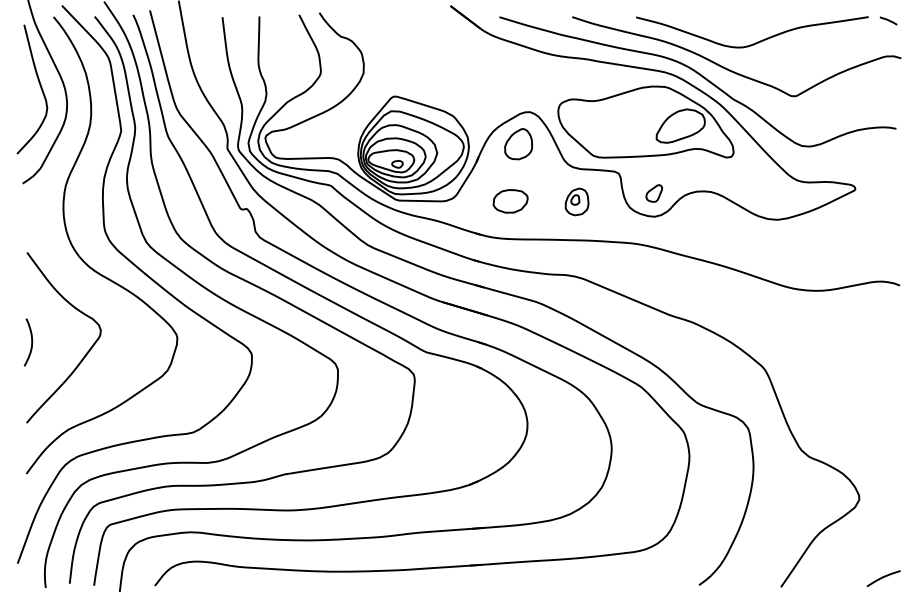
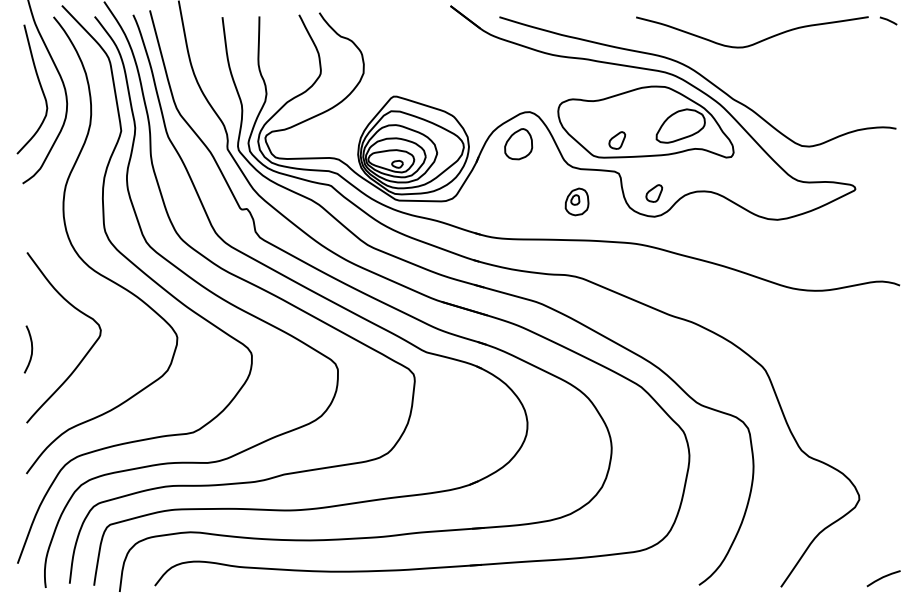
curve at (730, 69): present -> none
part at (617, 140): none -> present
part at (510, 201): present -> none
curve at (31, 342) position: (31, 342) -> (31, 349)
